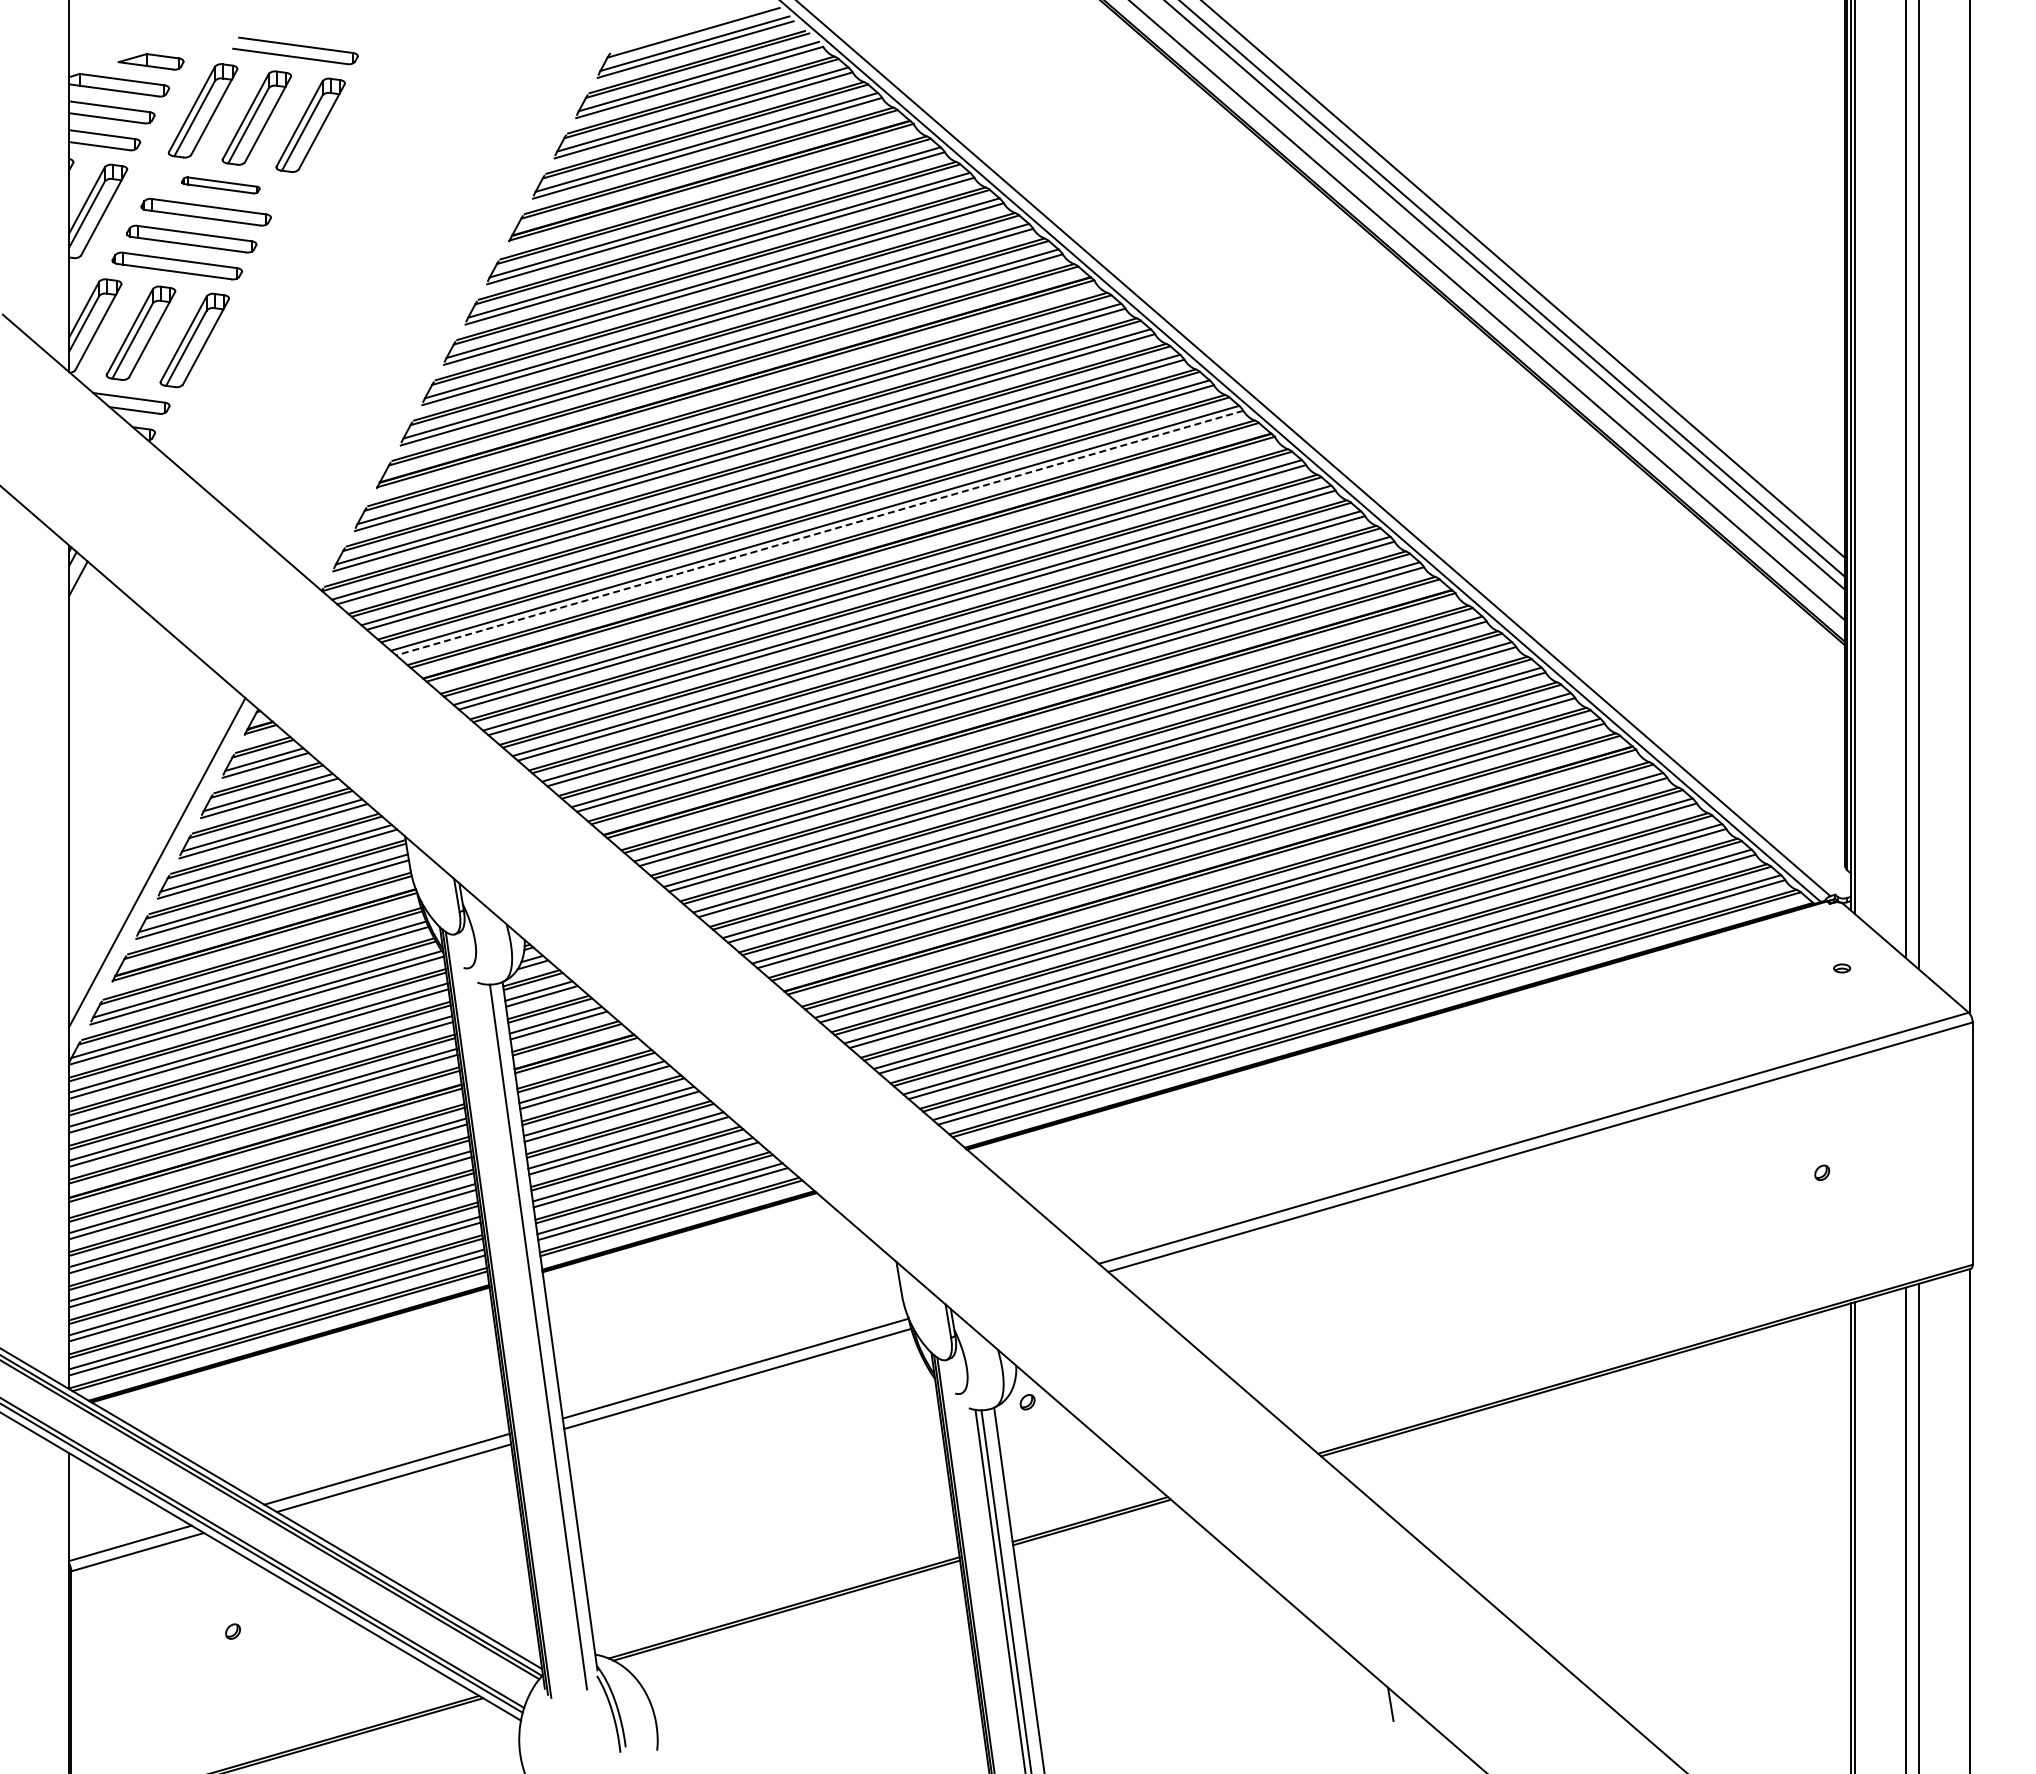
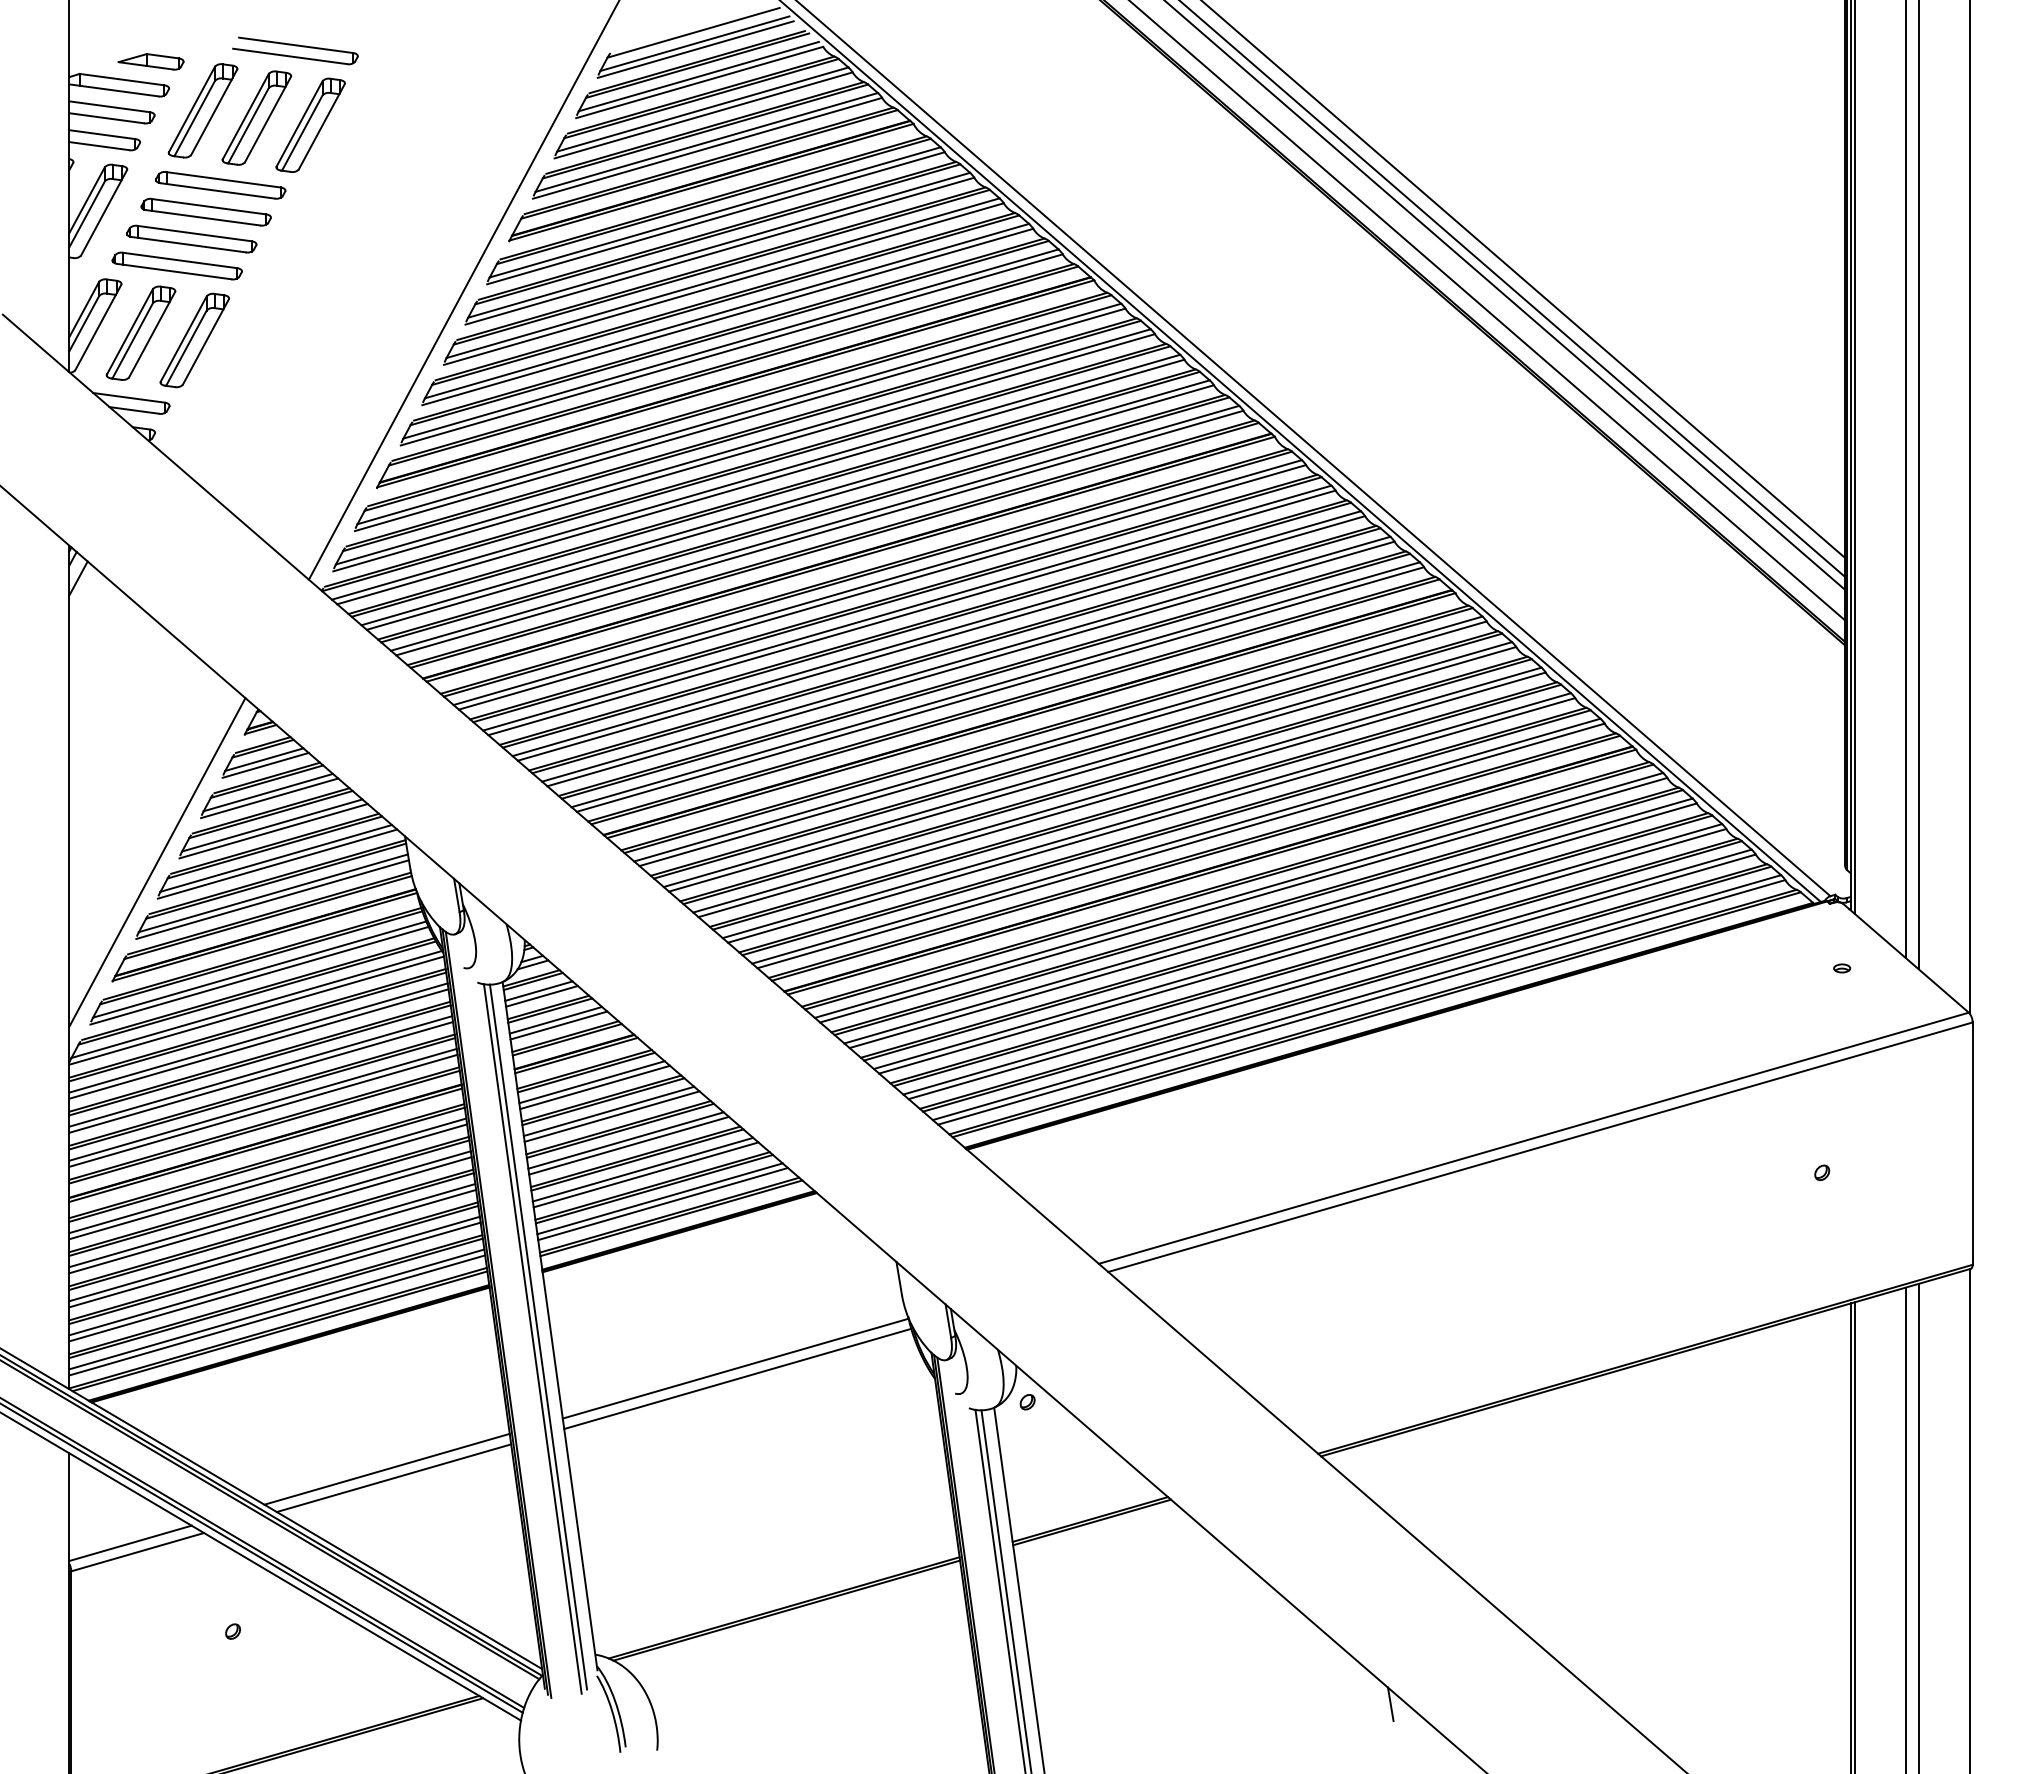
part at (220, 185) size: 80x19 px -> 132x29 px
line at (463, 290): none -> present
line at (819, 533): dashed -> solid
line at (532, 1338): none -> present
